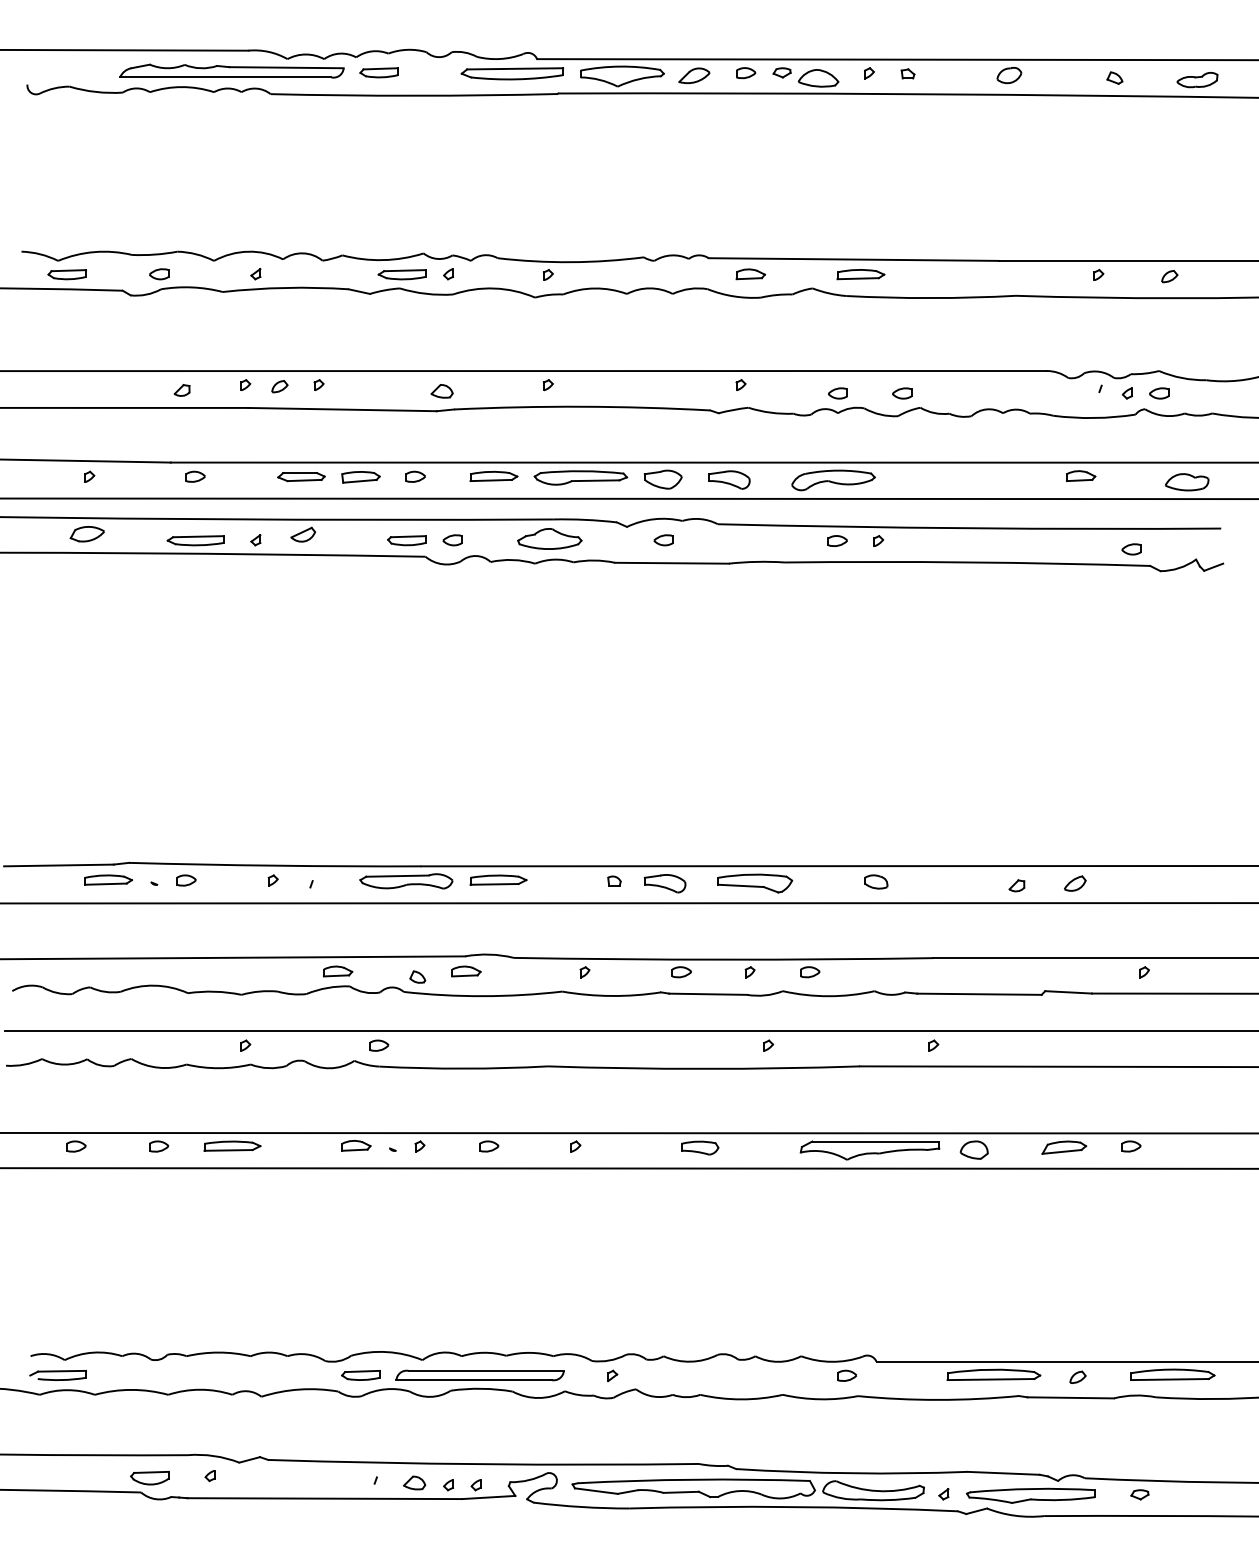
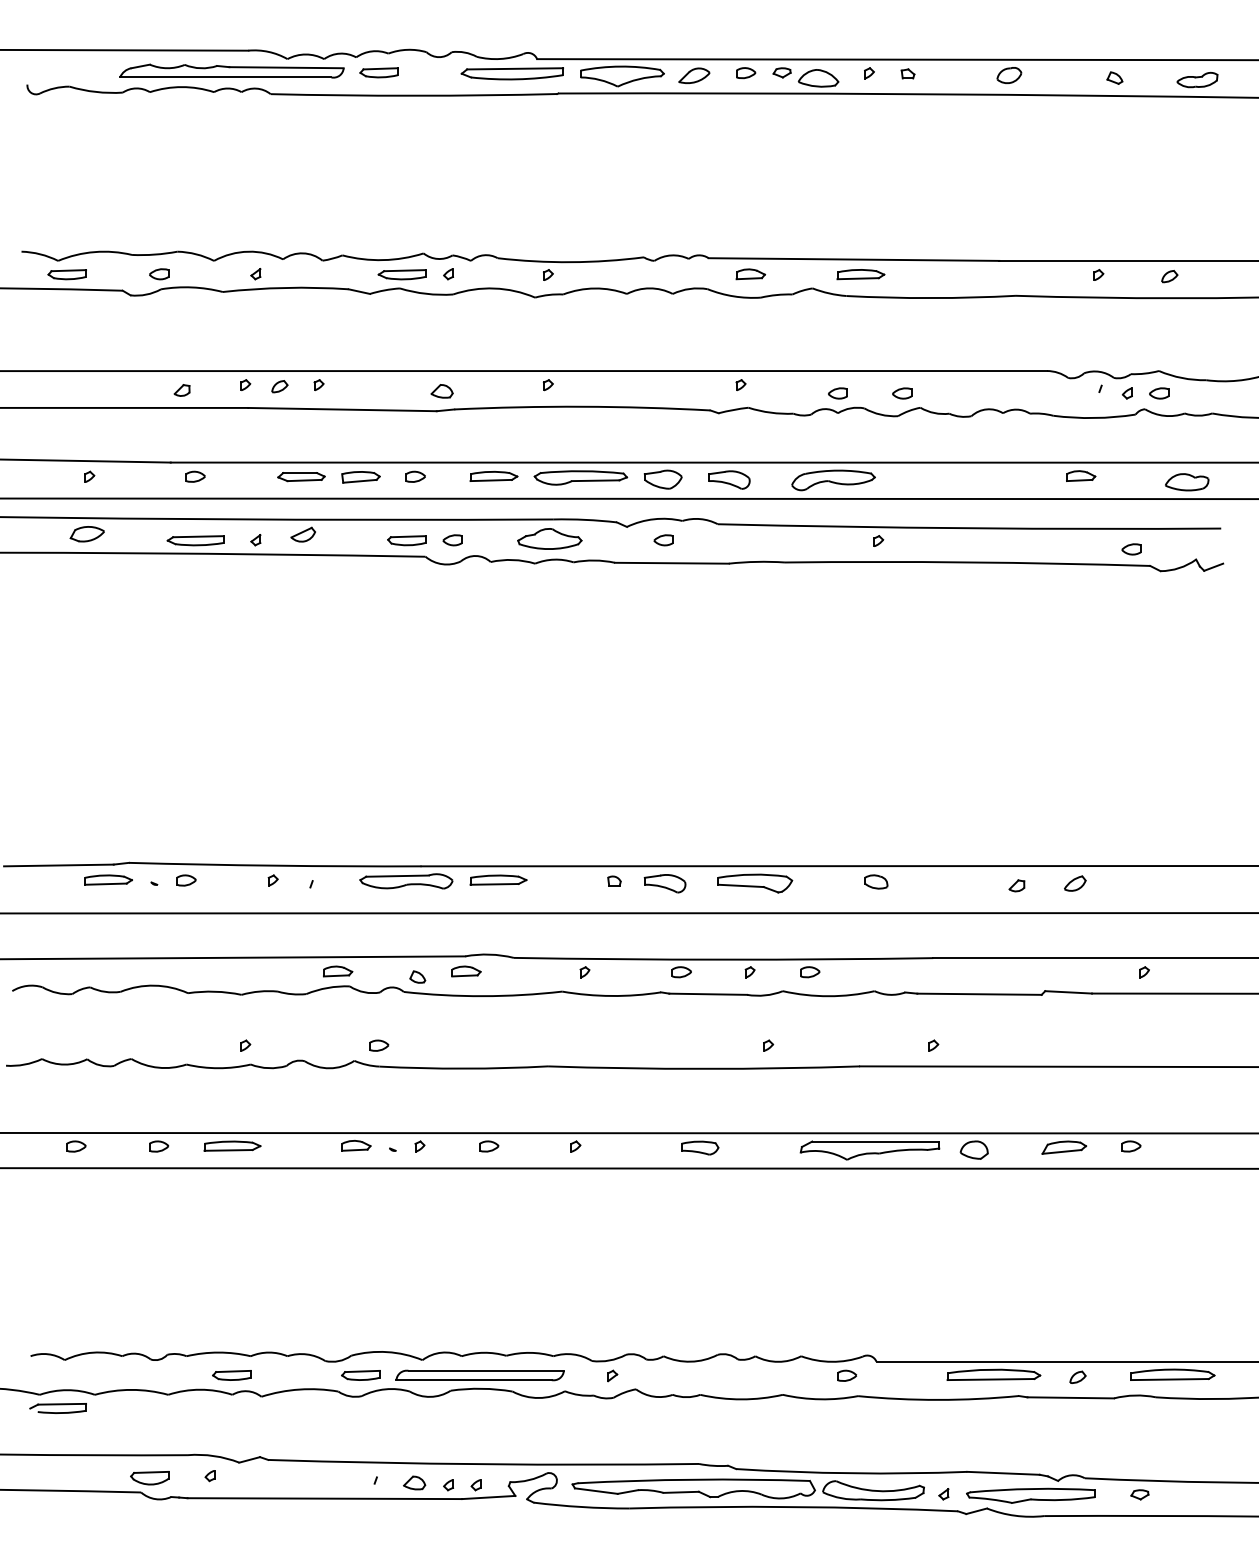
part at (837, 540): present -> none
line at (628, 903) position: (628, 903) -> (628, 913)
line at (630, 1031): present -> none
part at (57, 1375) position: (57, 1375) -> (57, 1408)
part at (231, 1375): none -> present
